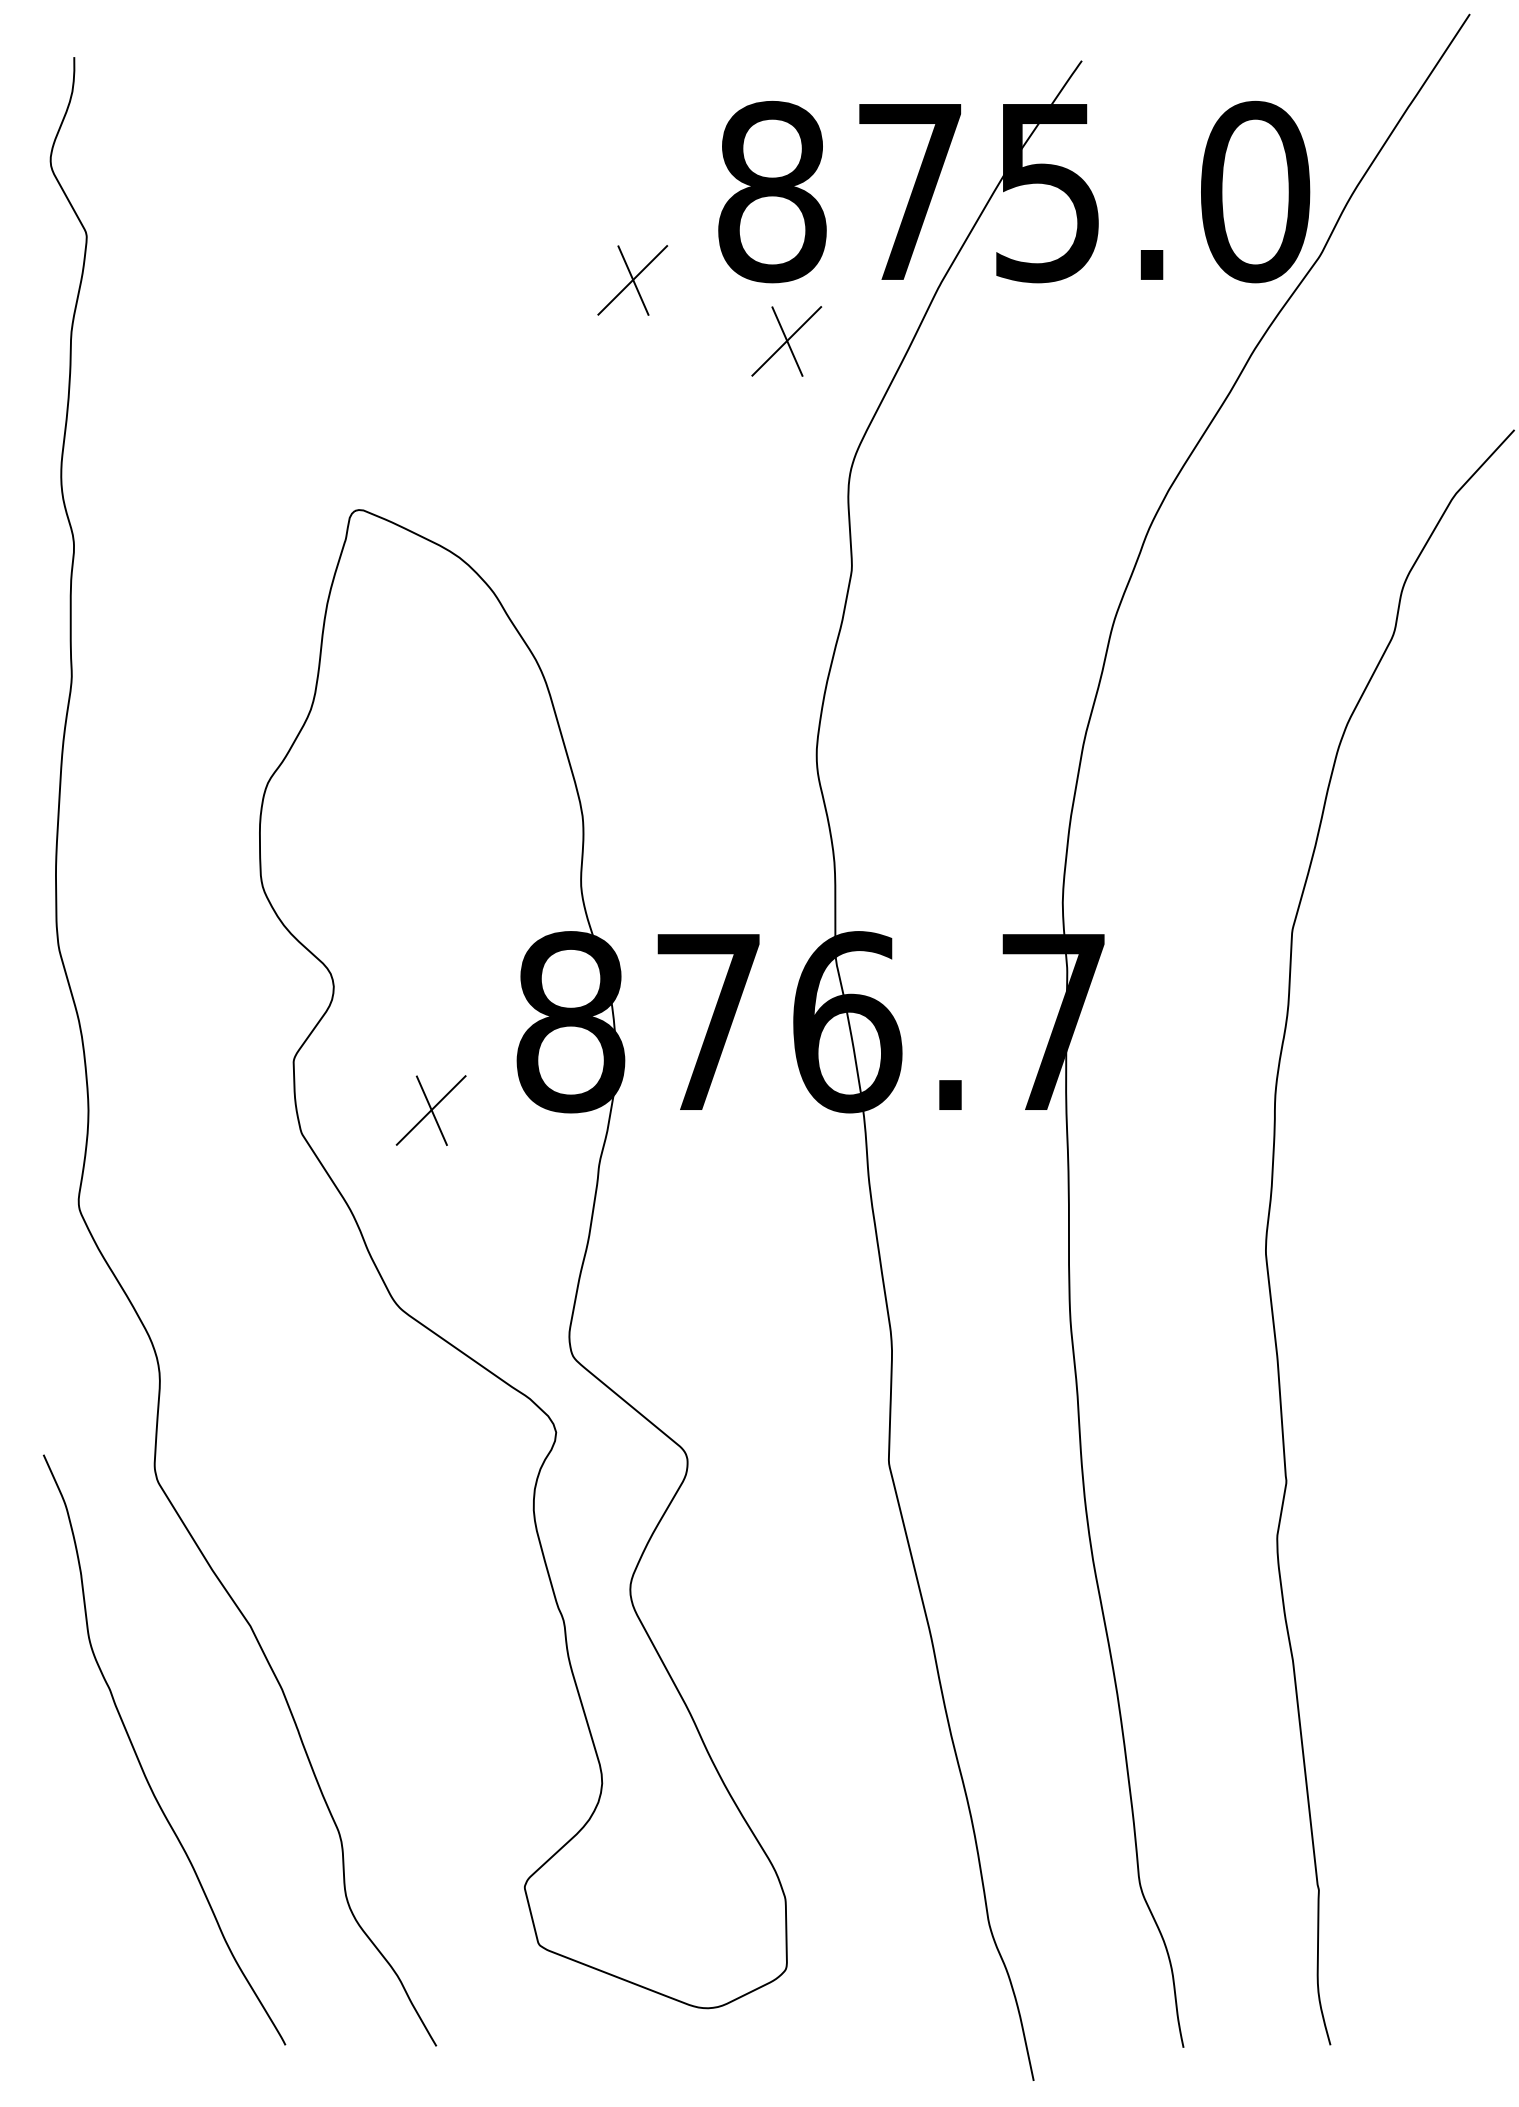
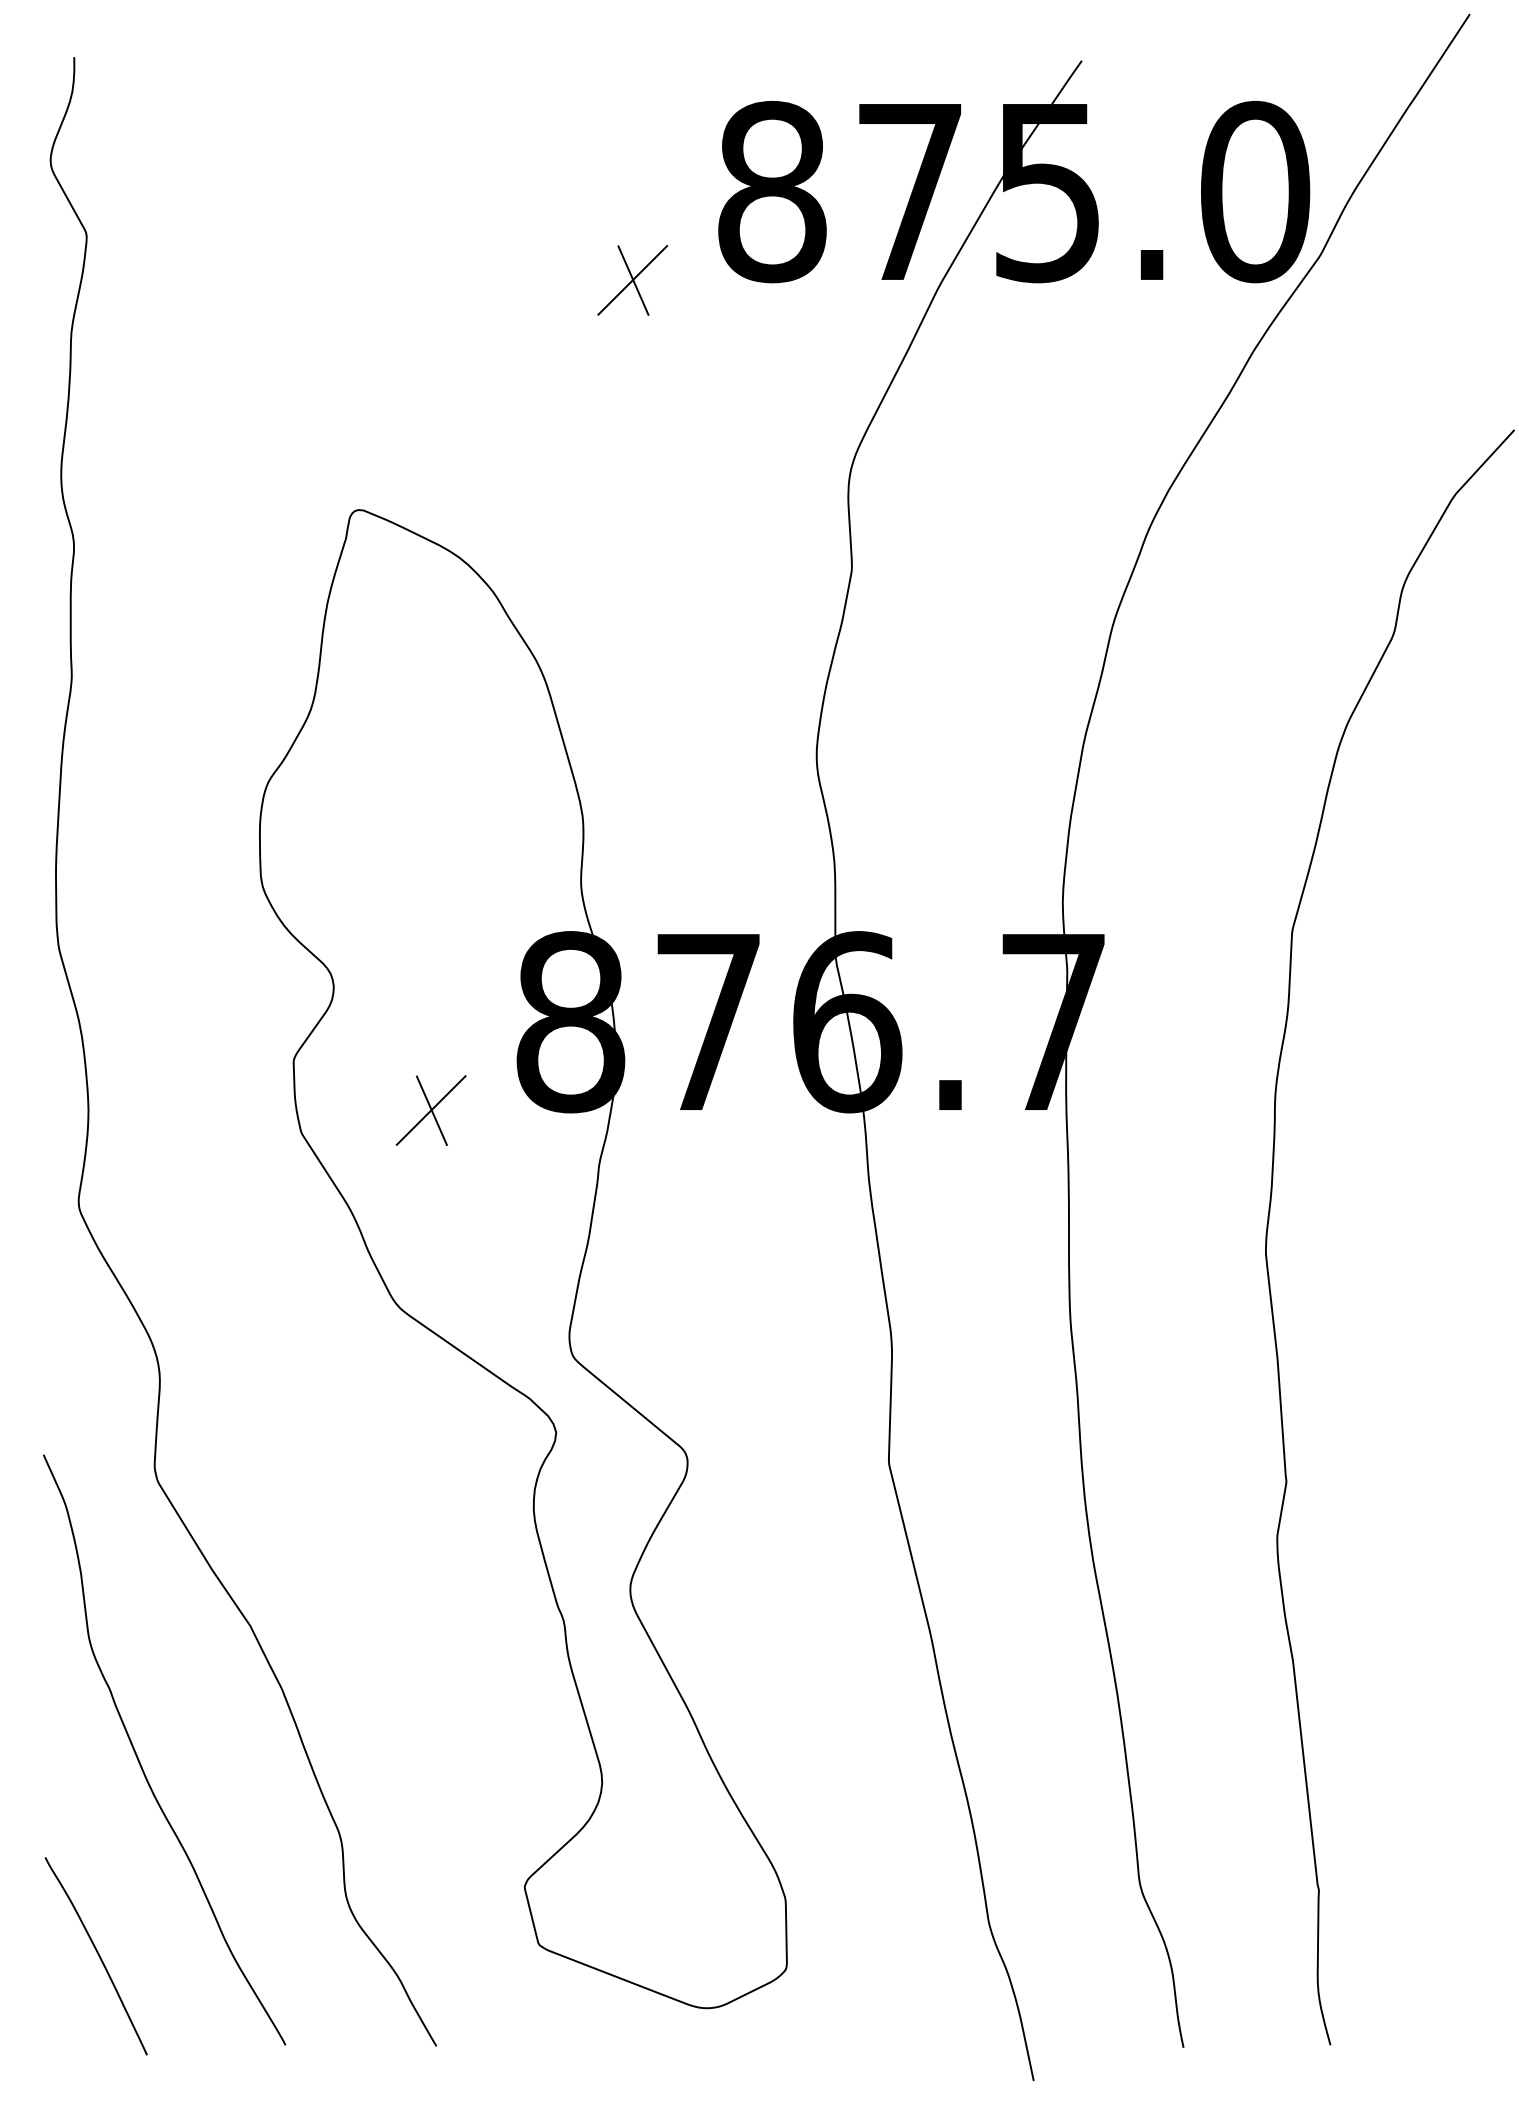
part at (786, 341): present -> none
curve at (97, 1954): none -> present
